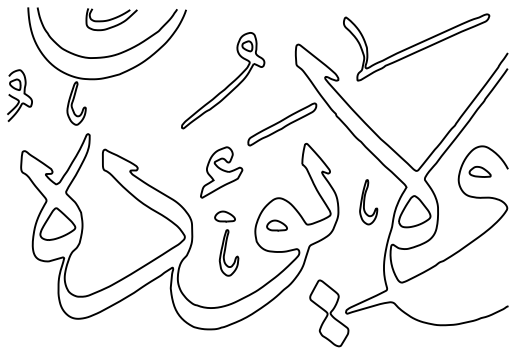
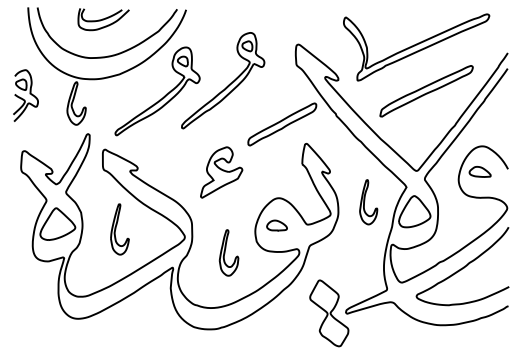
part at (111, 19) position: (111, 19) -> (103, 19)
part at (426, 91): none -> present
part at (19, 95) position: (19, 95) -> (25, 95)
part at (163, 96): none -> present
part at (224, 216): present -> none
part at (119, 229): none -> present
curve at (463, 266): none -> present
